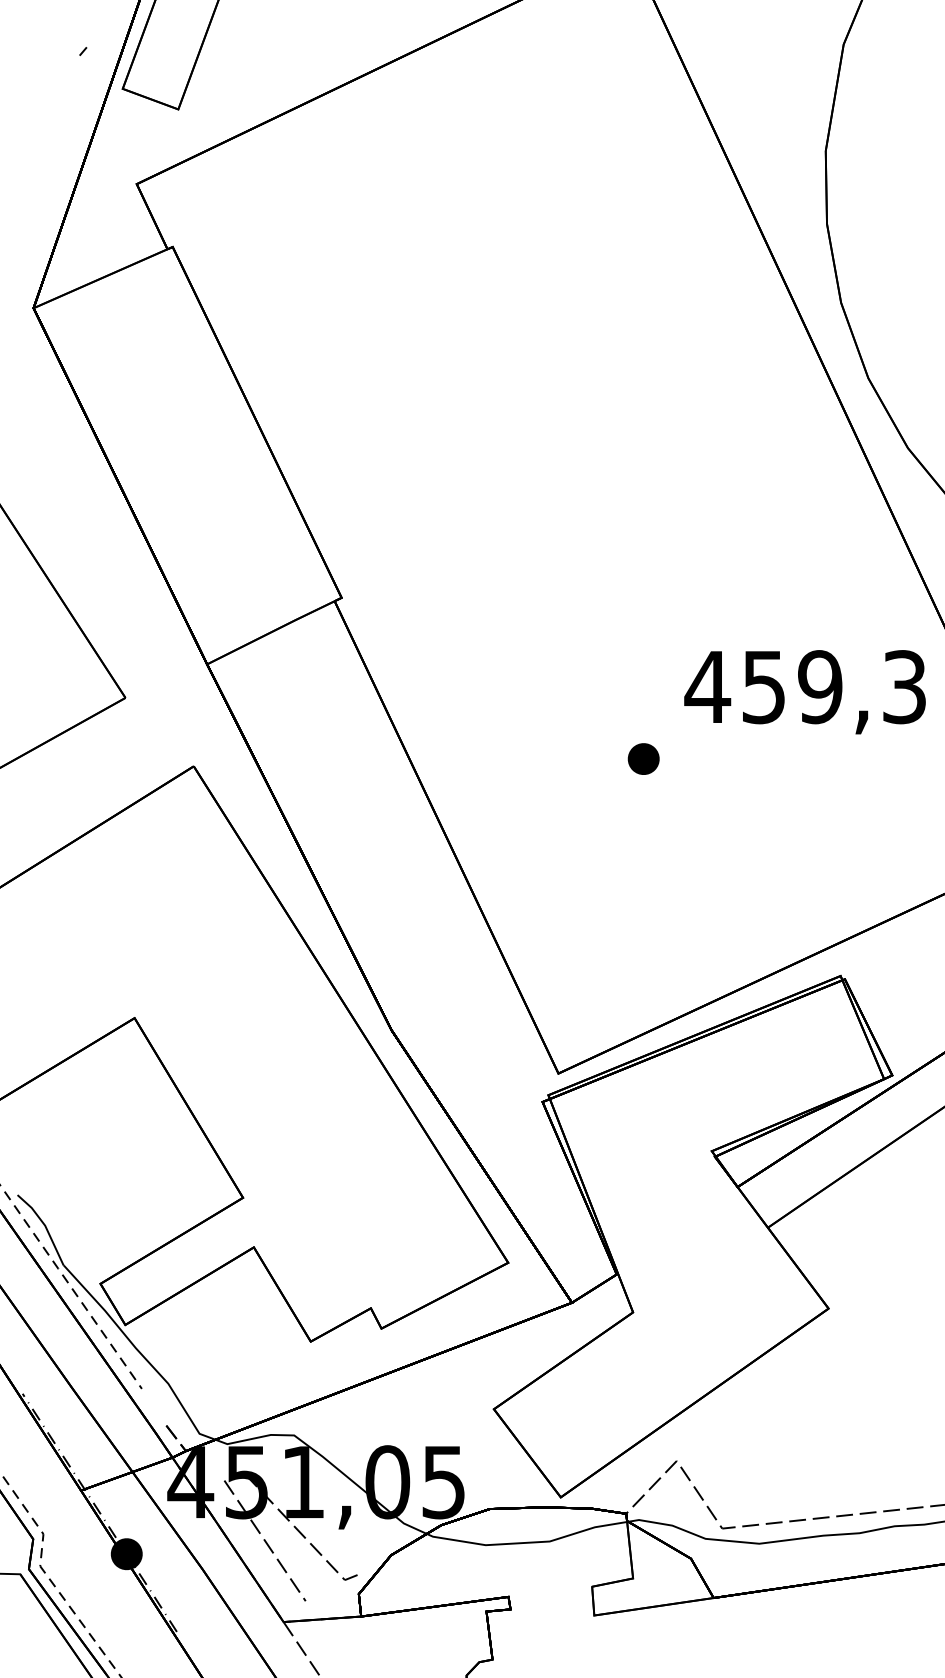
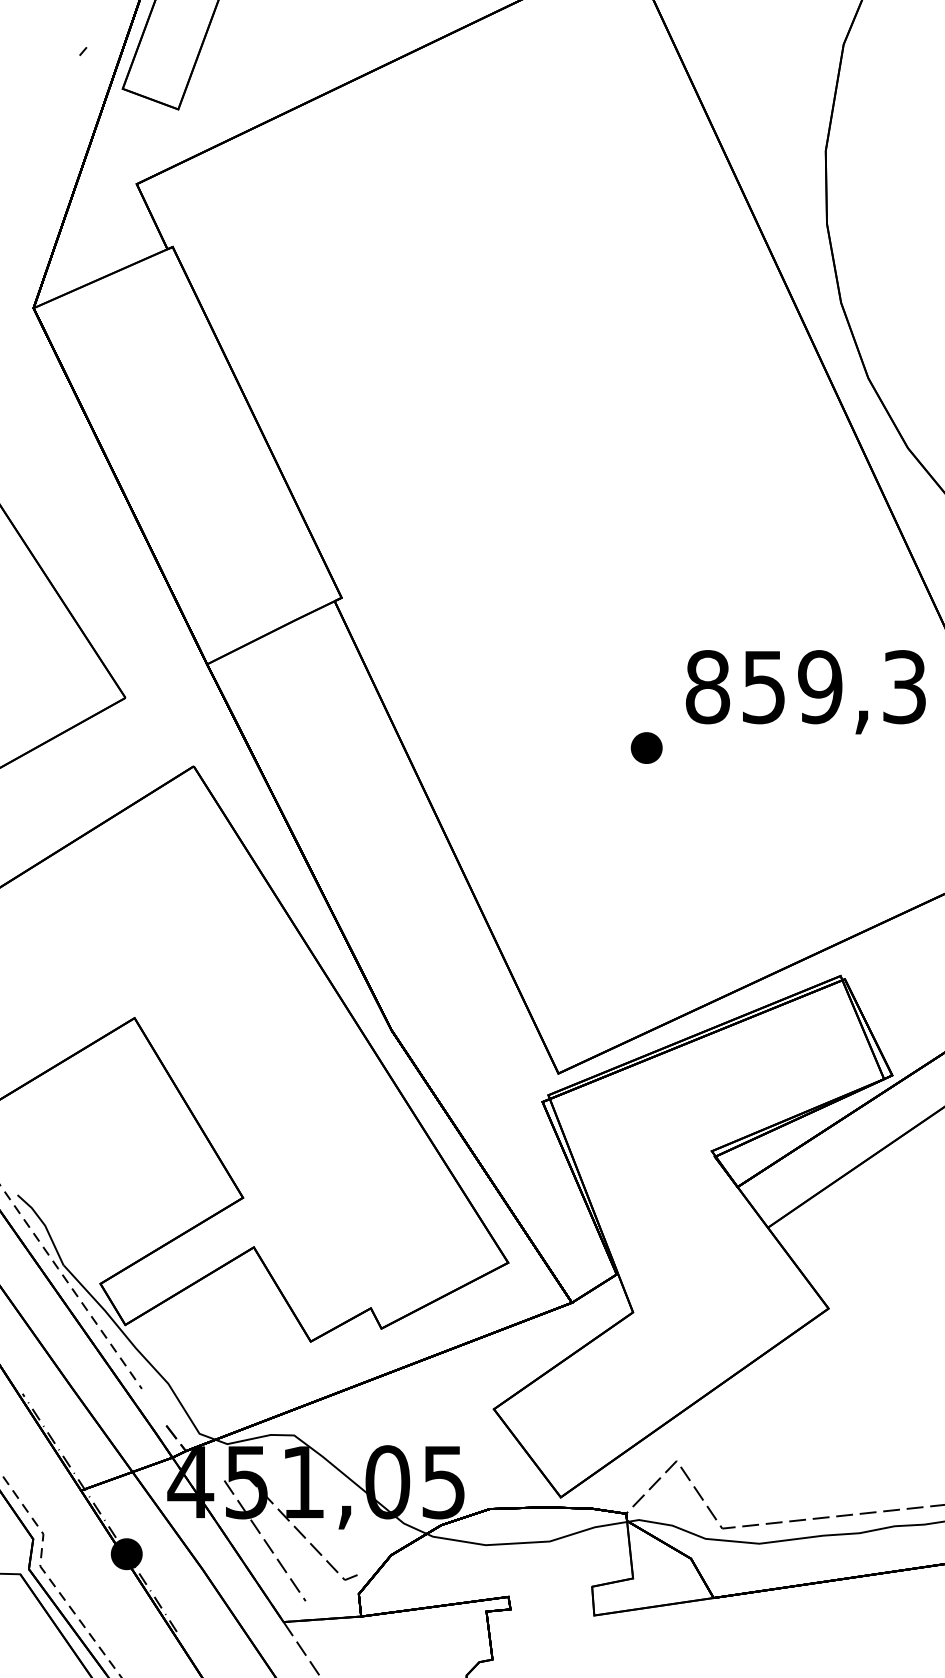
text at (707, 687): 459,3 -> 859,3
part at (643, 758) position: (643, 758) -> (646, 747)
